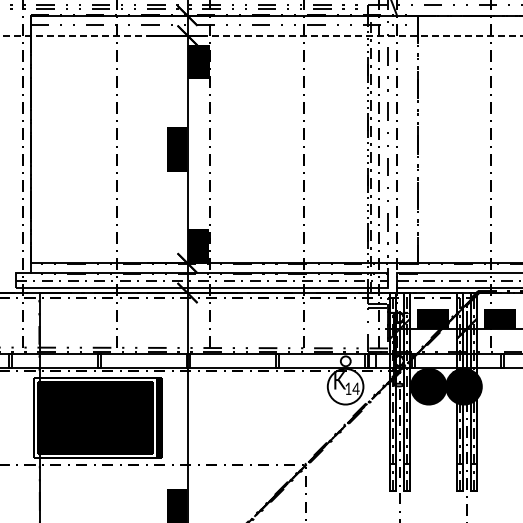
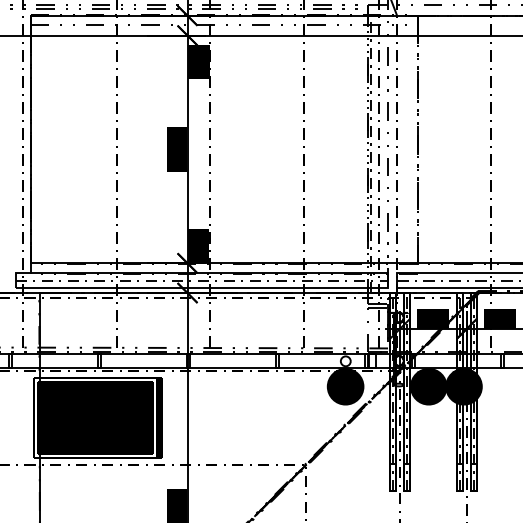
line at (261, 35): dashed -> solid
fill at (345, 386): none -> present
